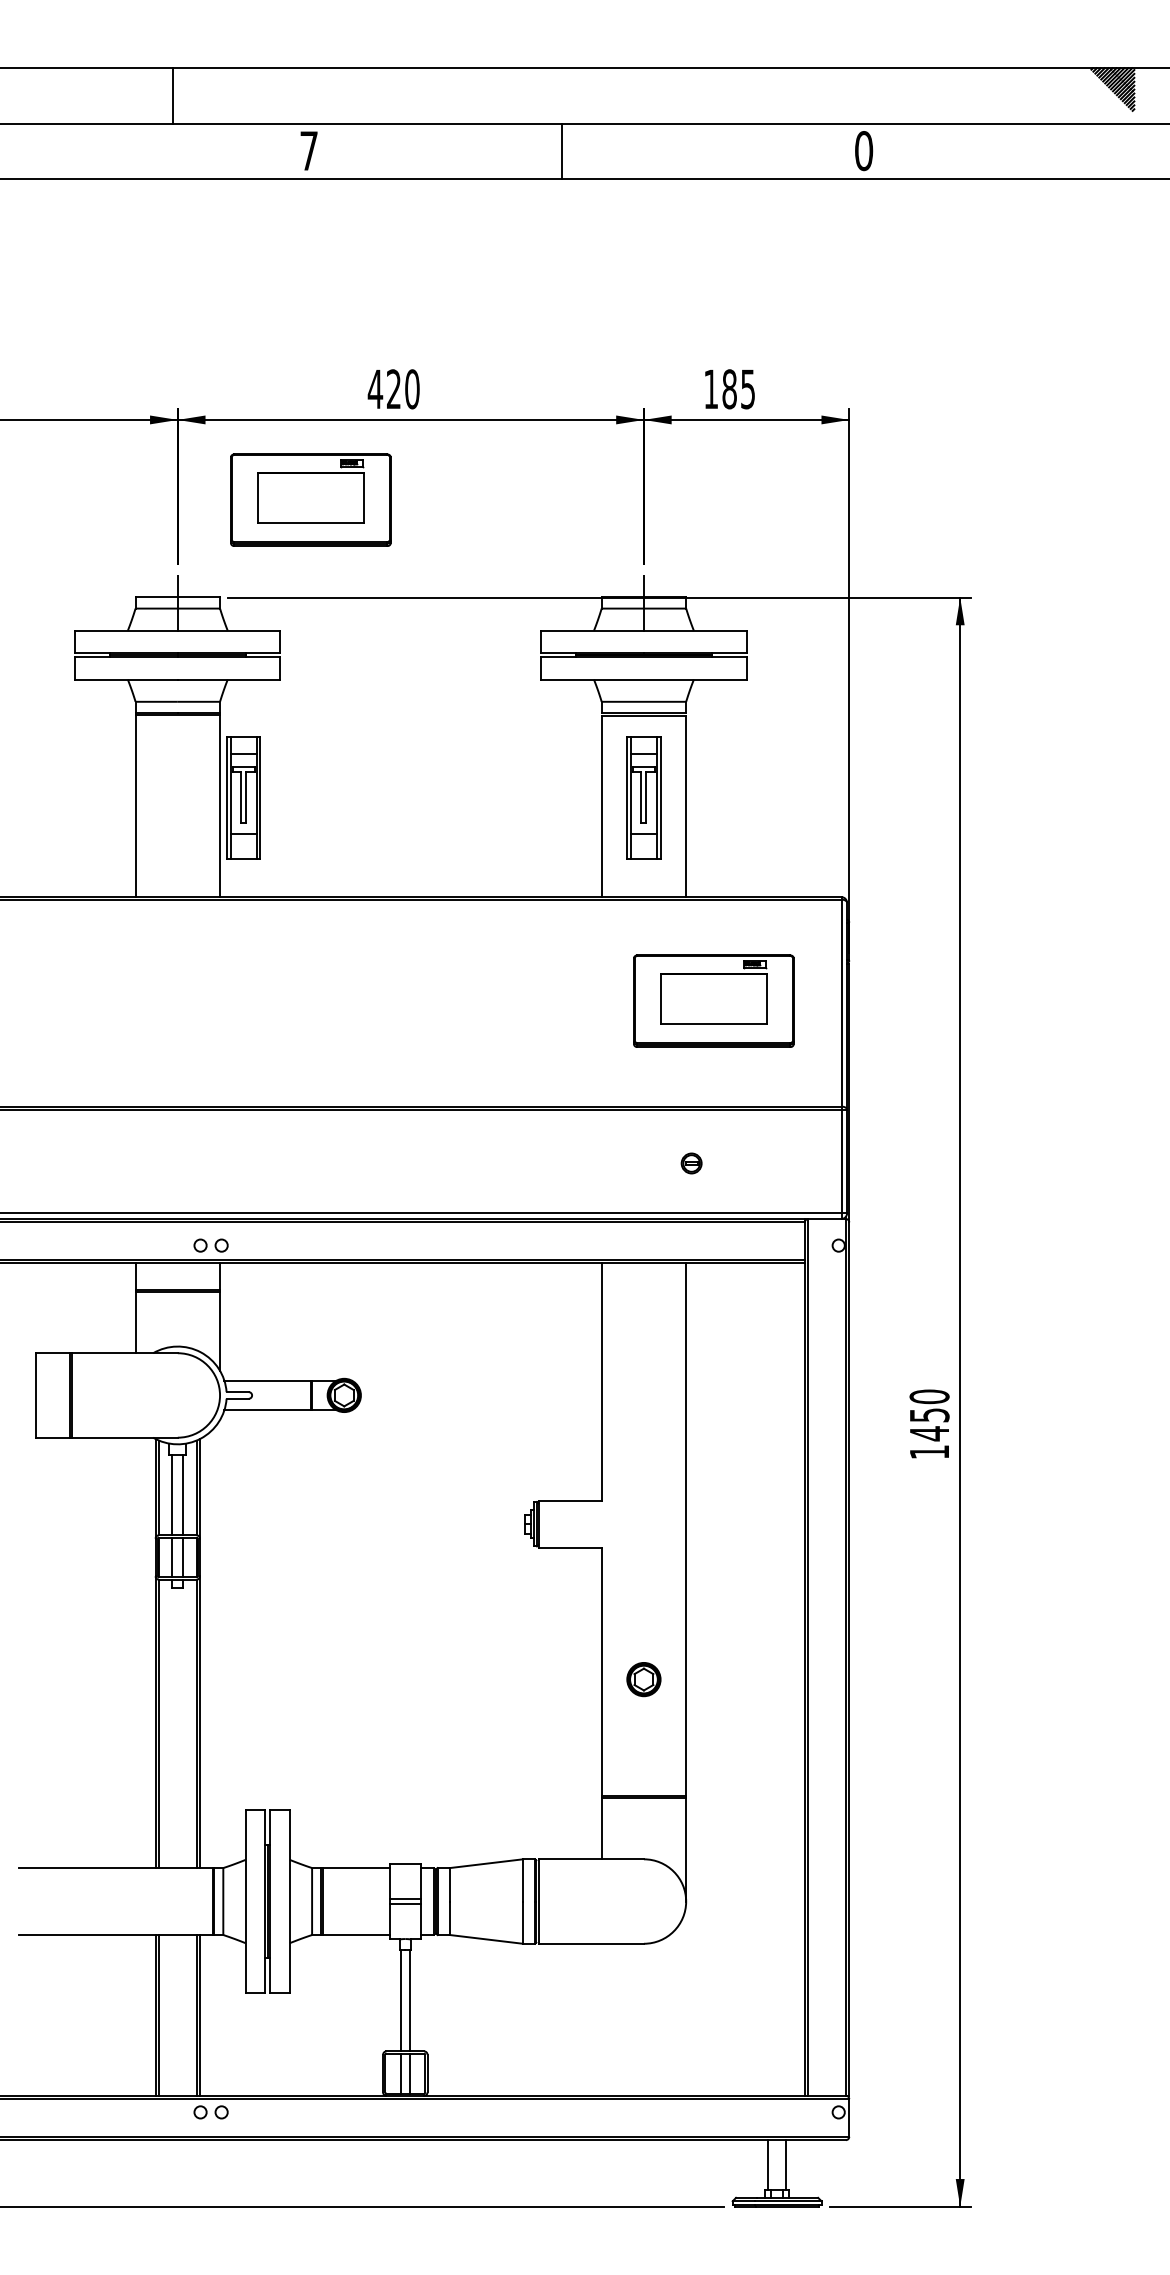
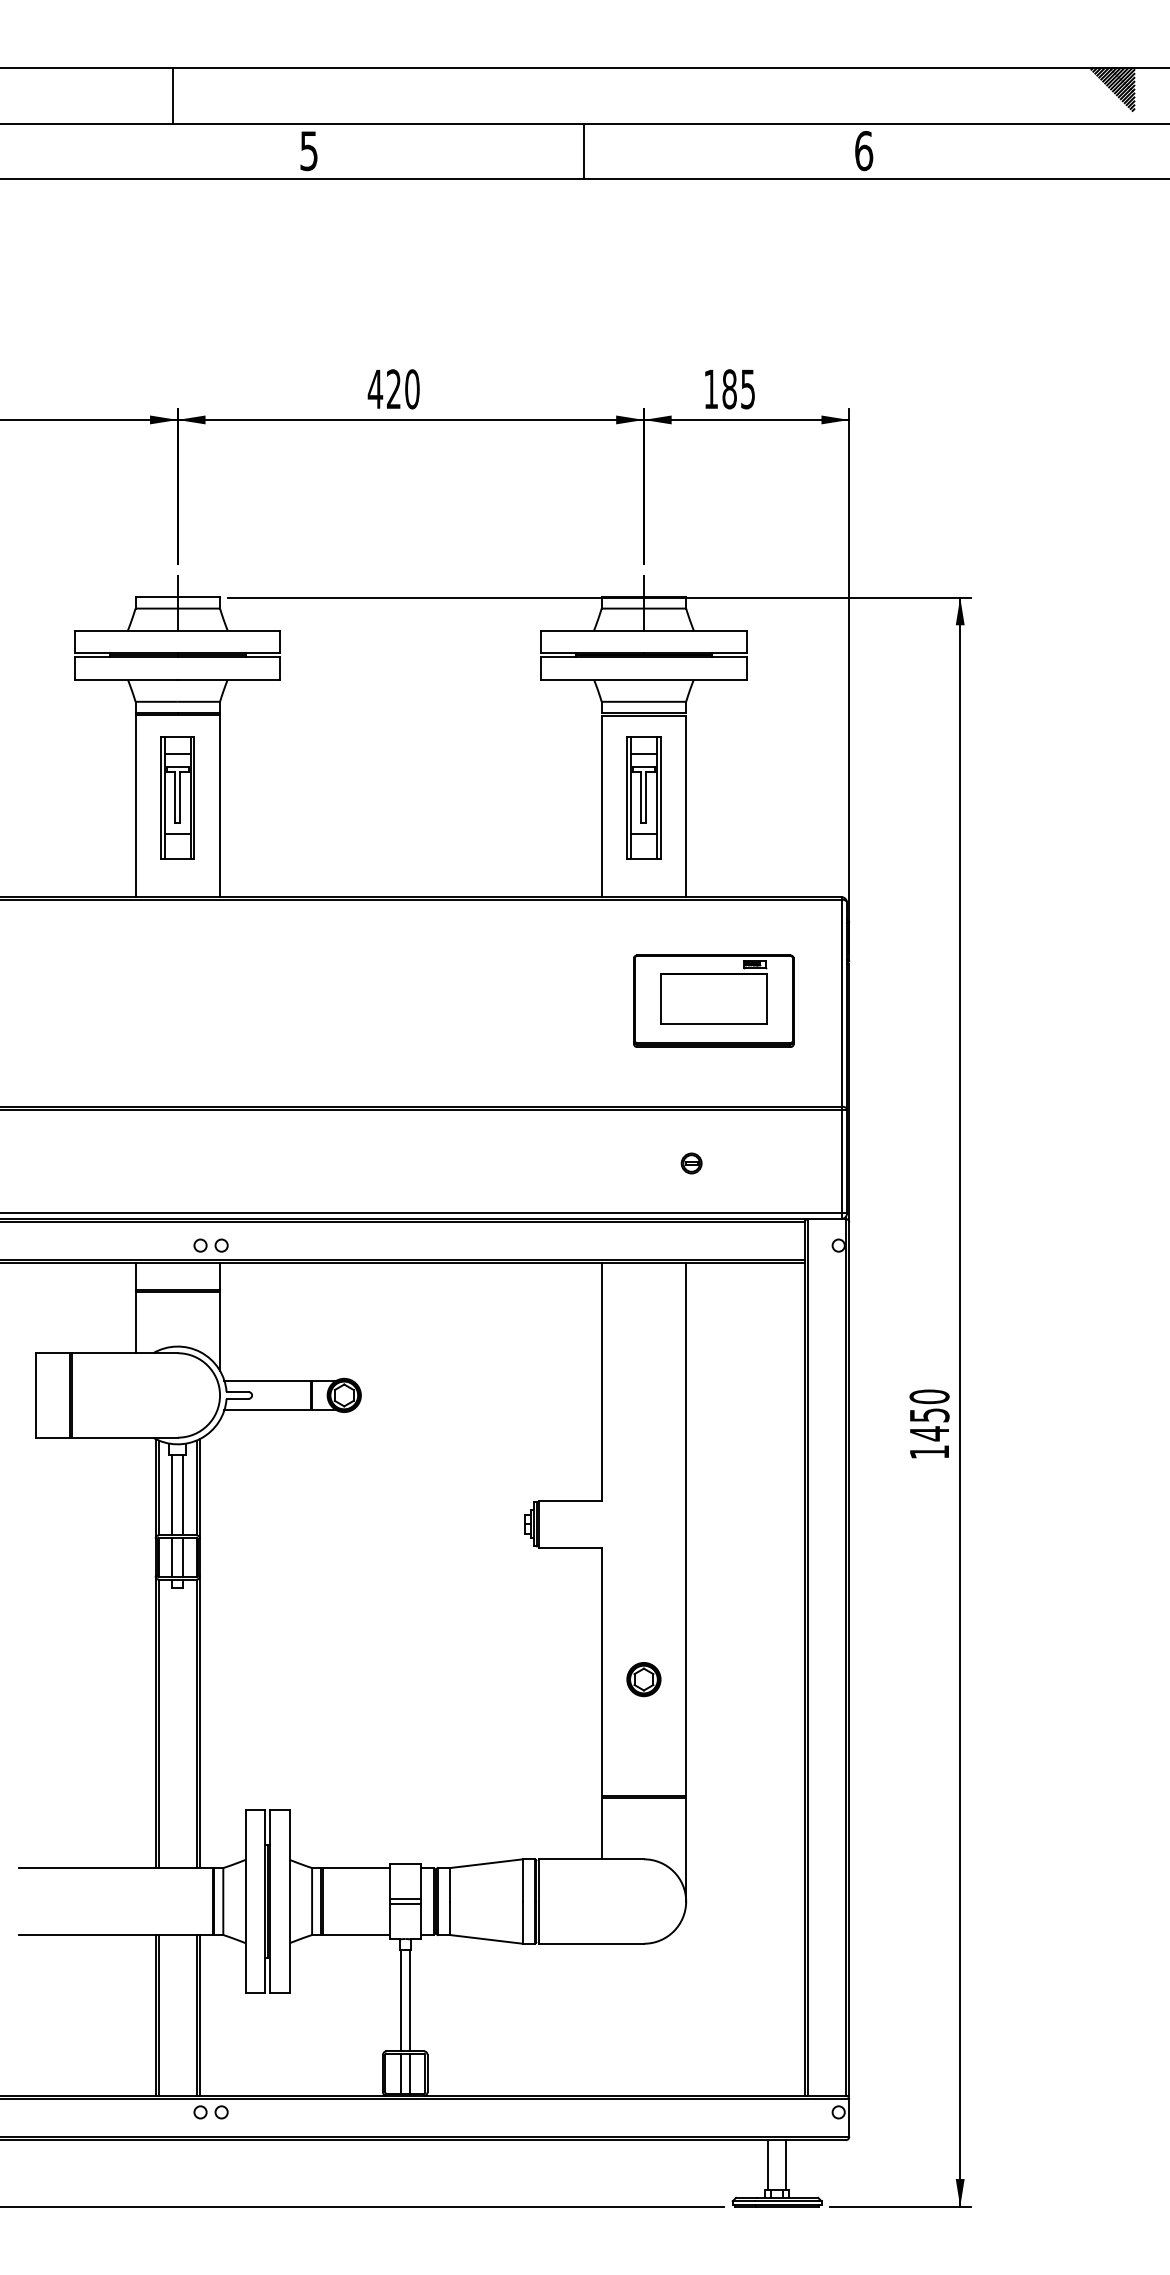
text at (864, 150): 0 -> 6
text at (308, 151): 7 -> 5
line at (562, 151) position: (562, 151) -> (584, 151)
part at (310, 499): present -> none
part at (243, 797) position: (243, 797) -> (177, 797)
